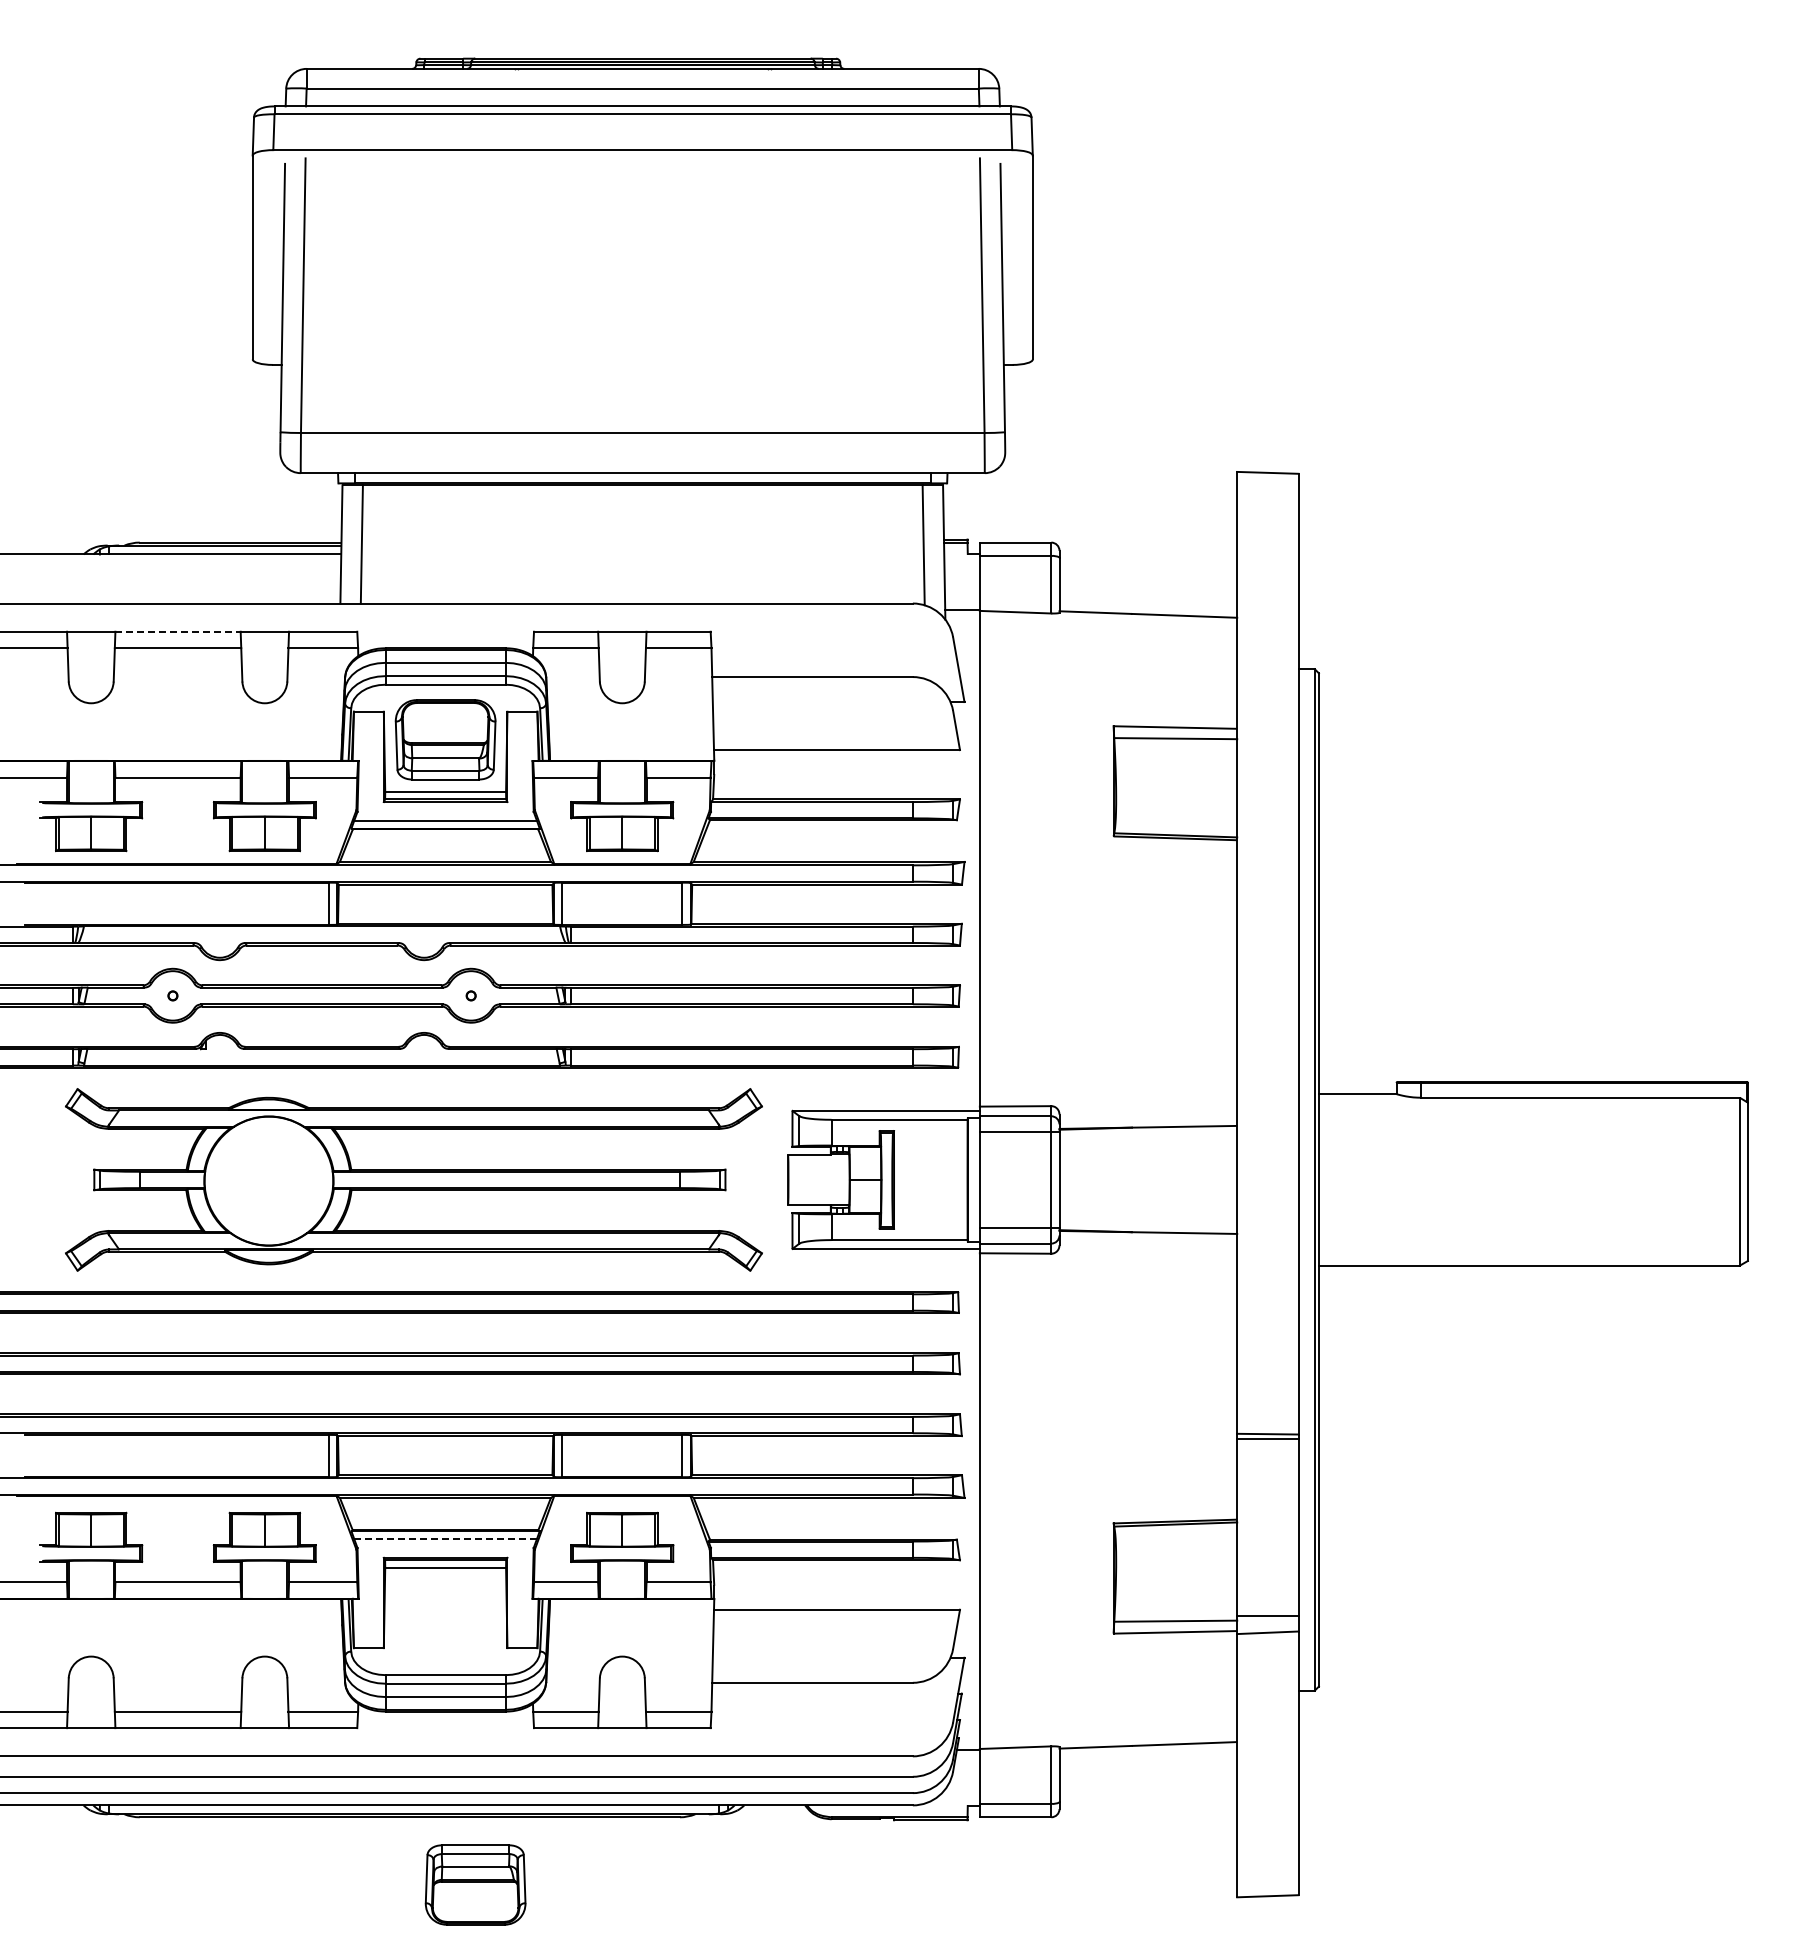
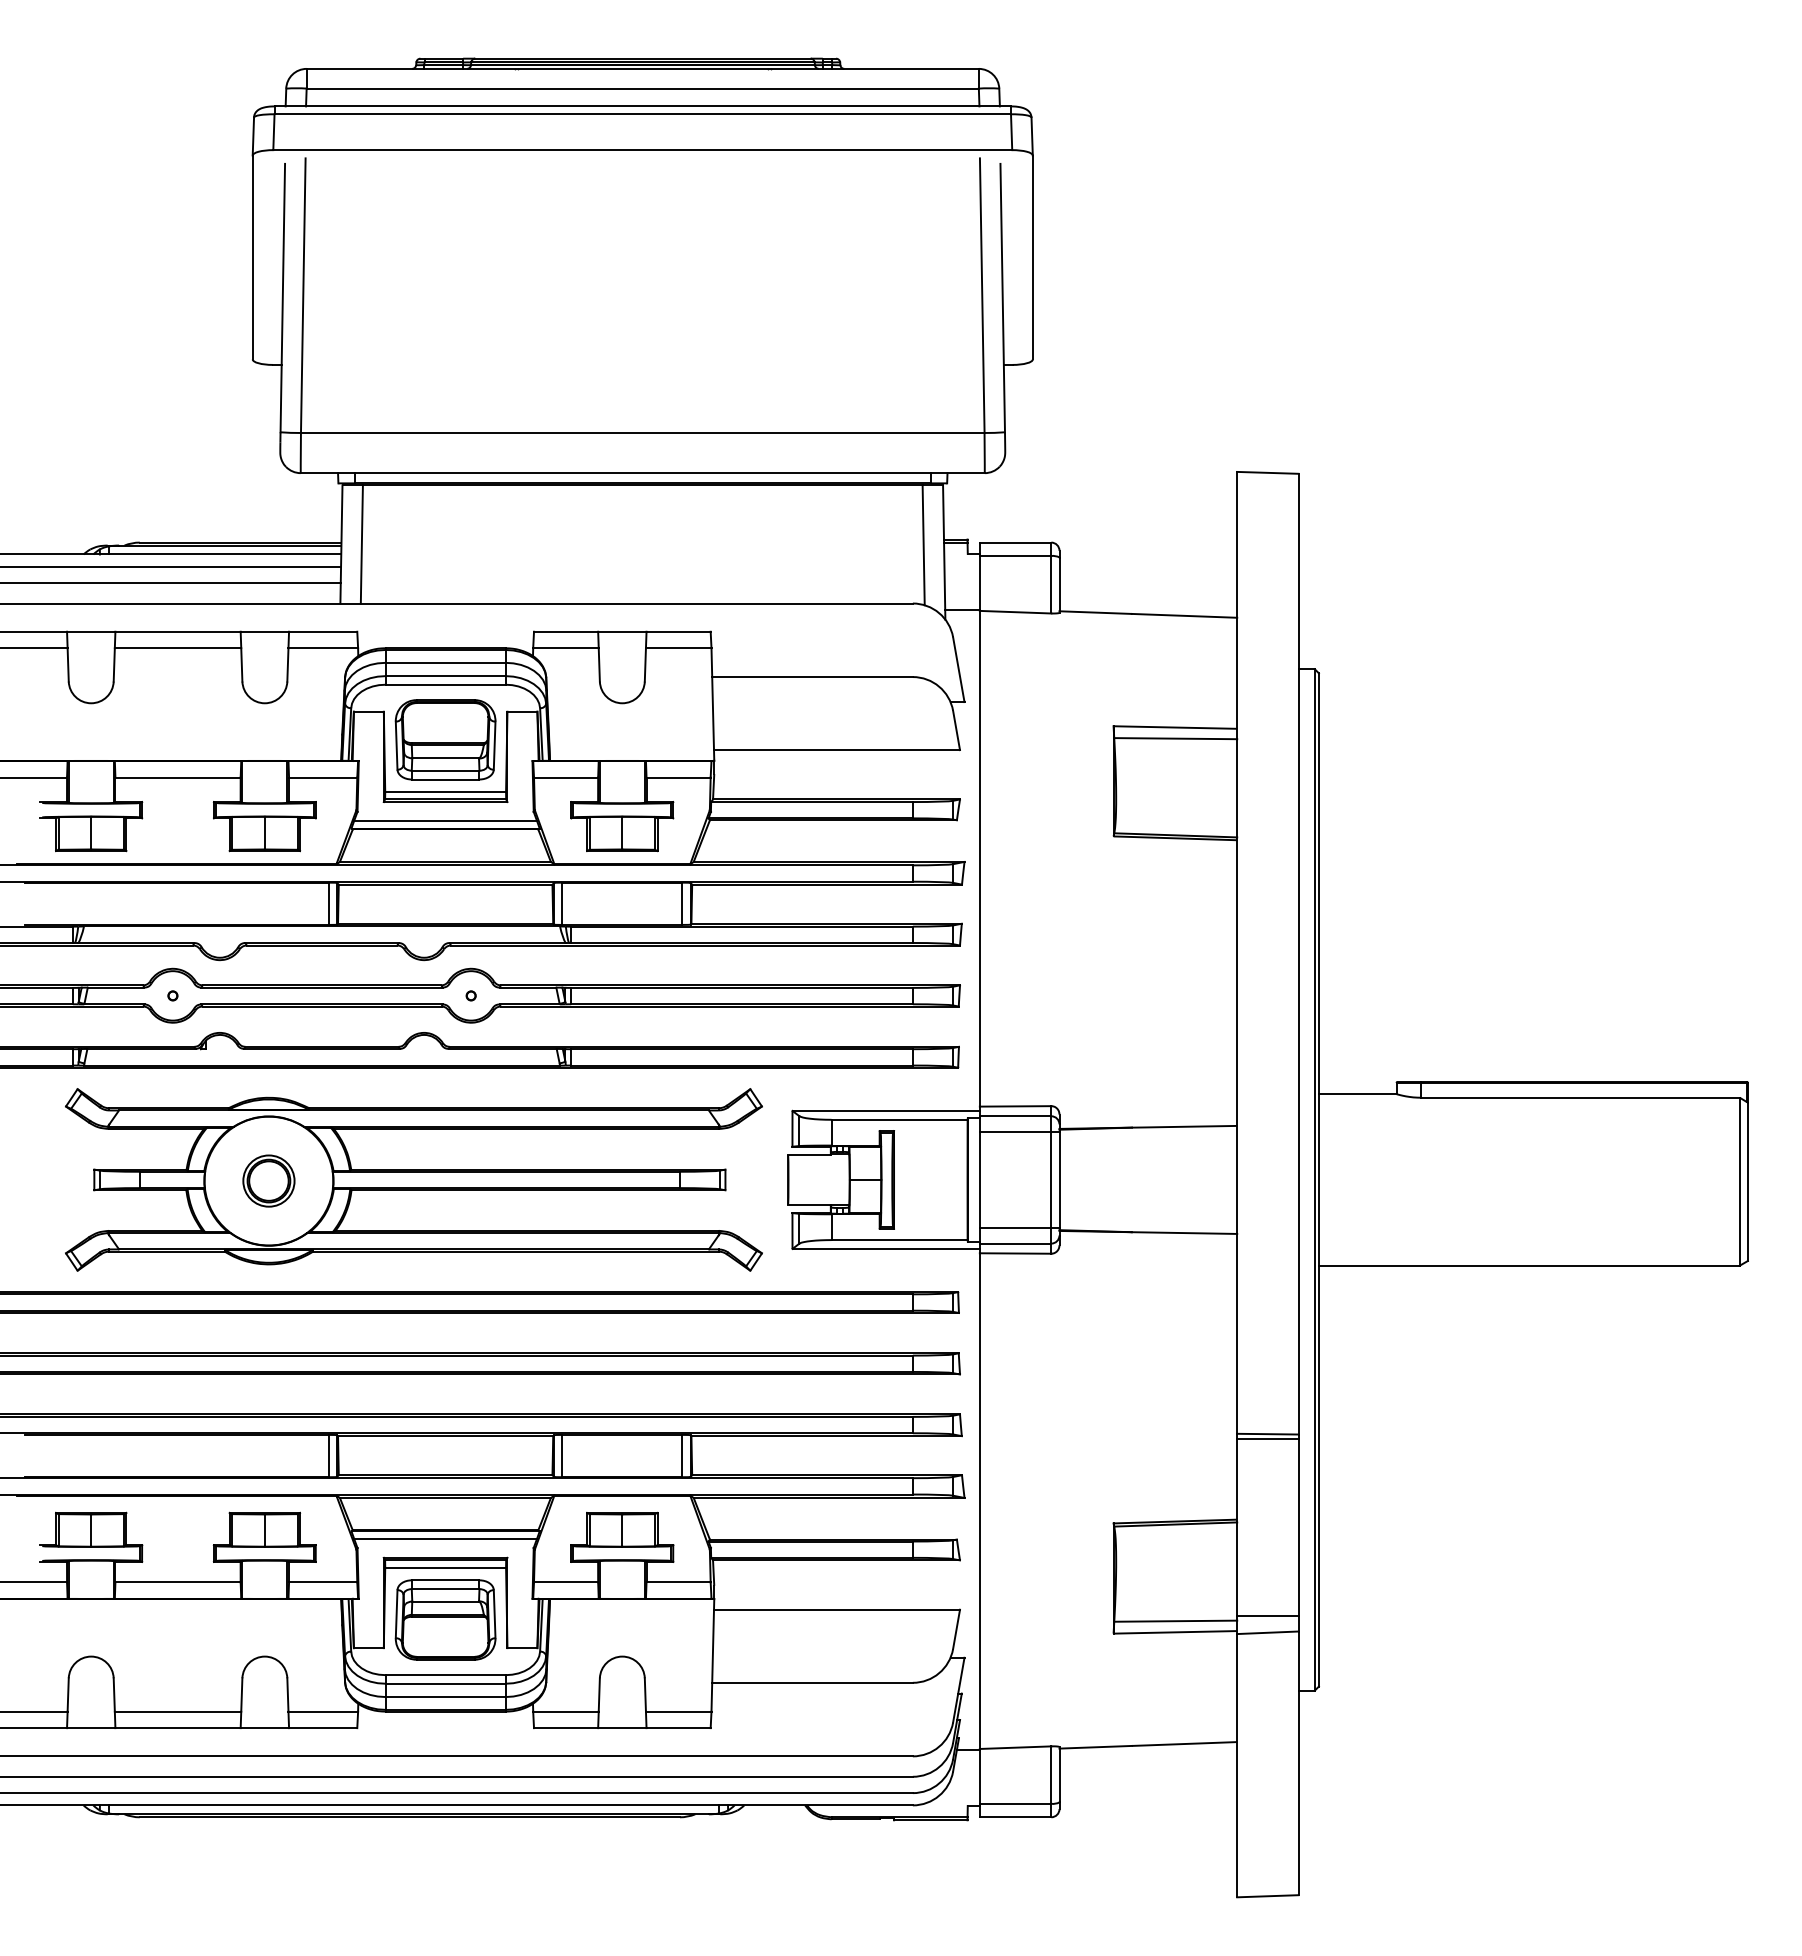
line at (171, 566): none -> present
line at (171, 583): none -> present
line at (178, 631): dashed -> solid
part at (268, 1180): none -> present
line at (445, 1539): dashed -> solid
part at (475, 1884) position: (475, 1884) -> (445, 1619)
